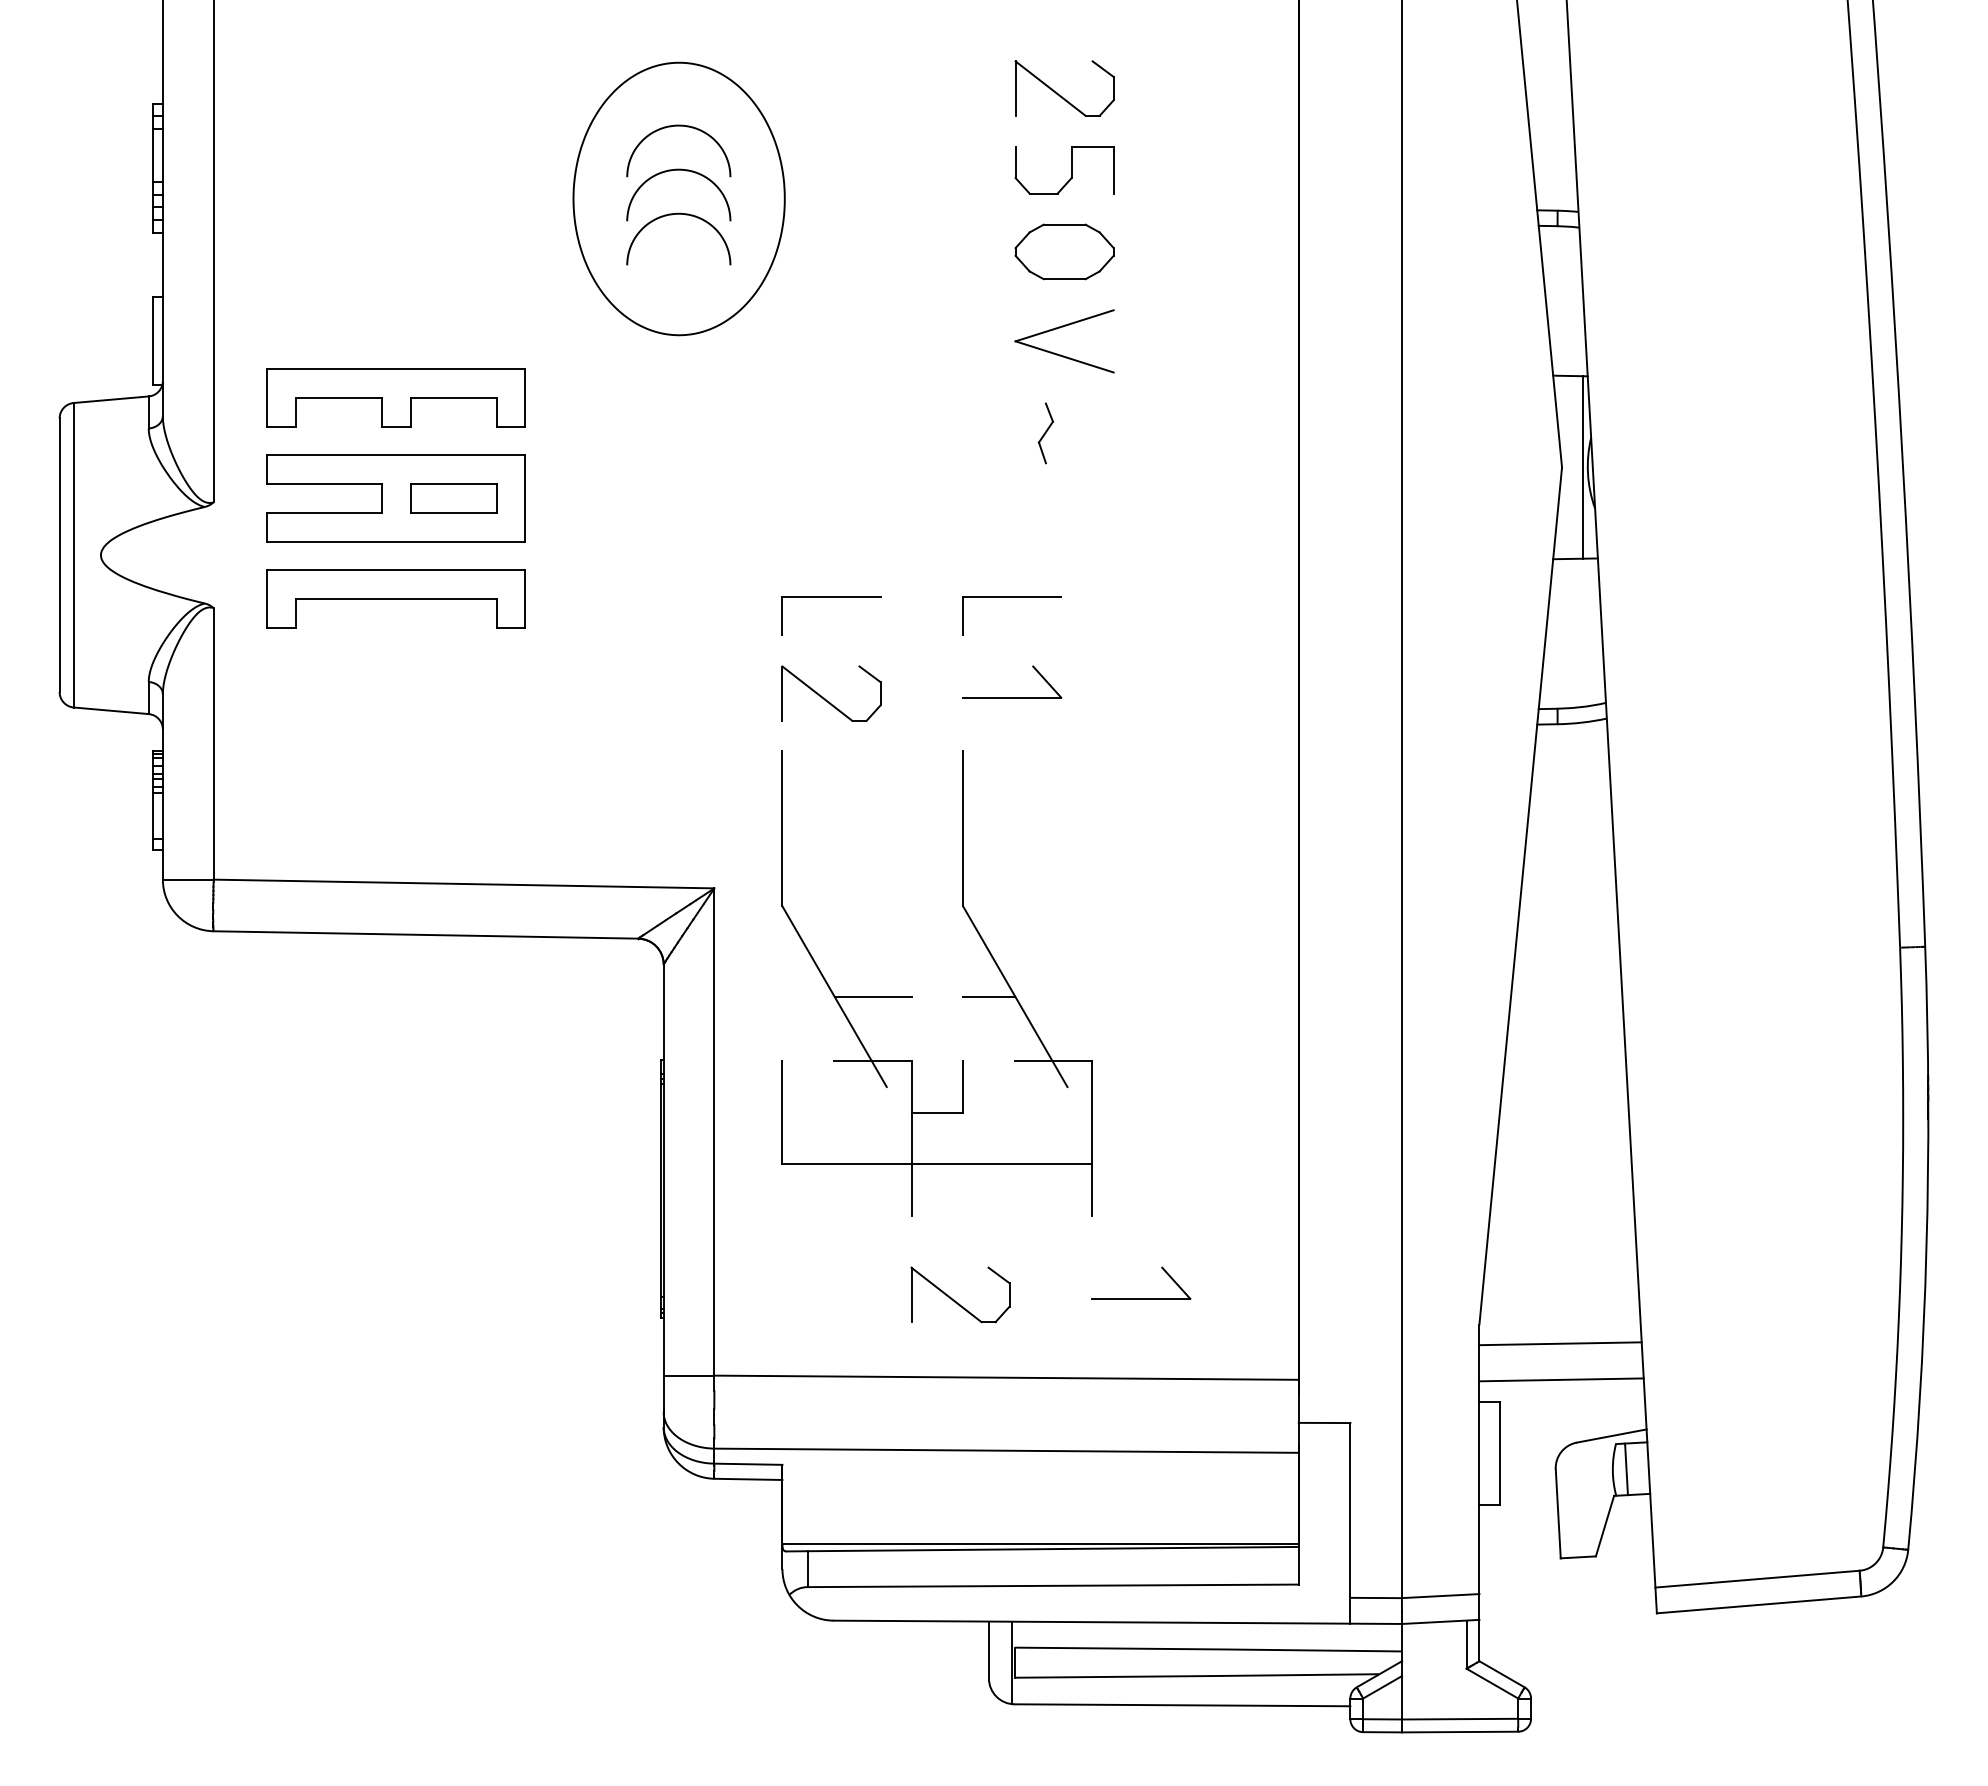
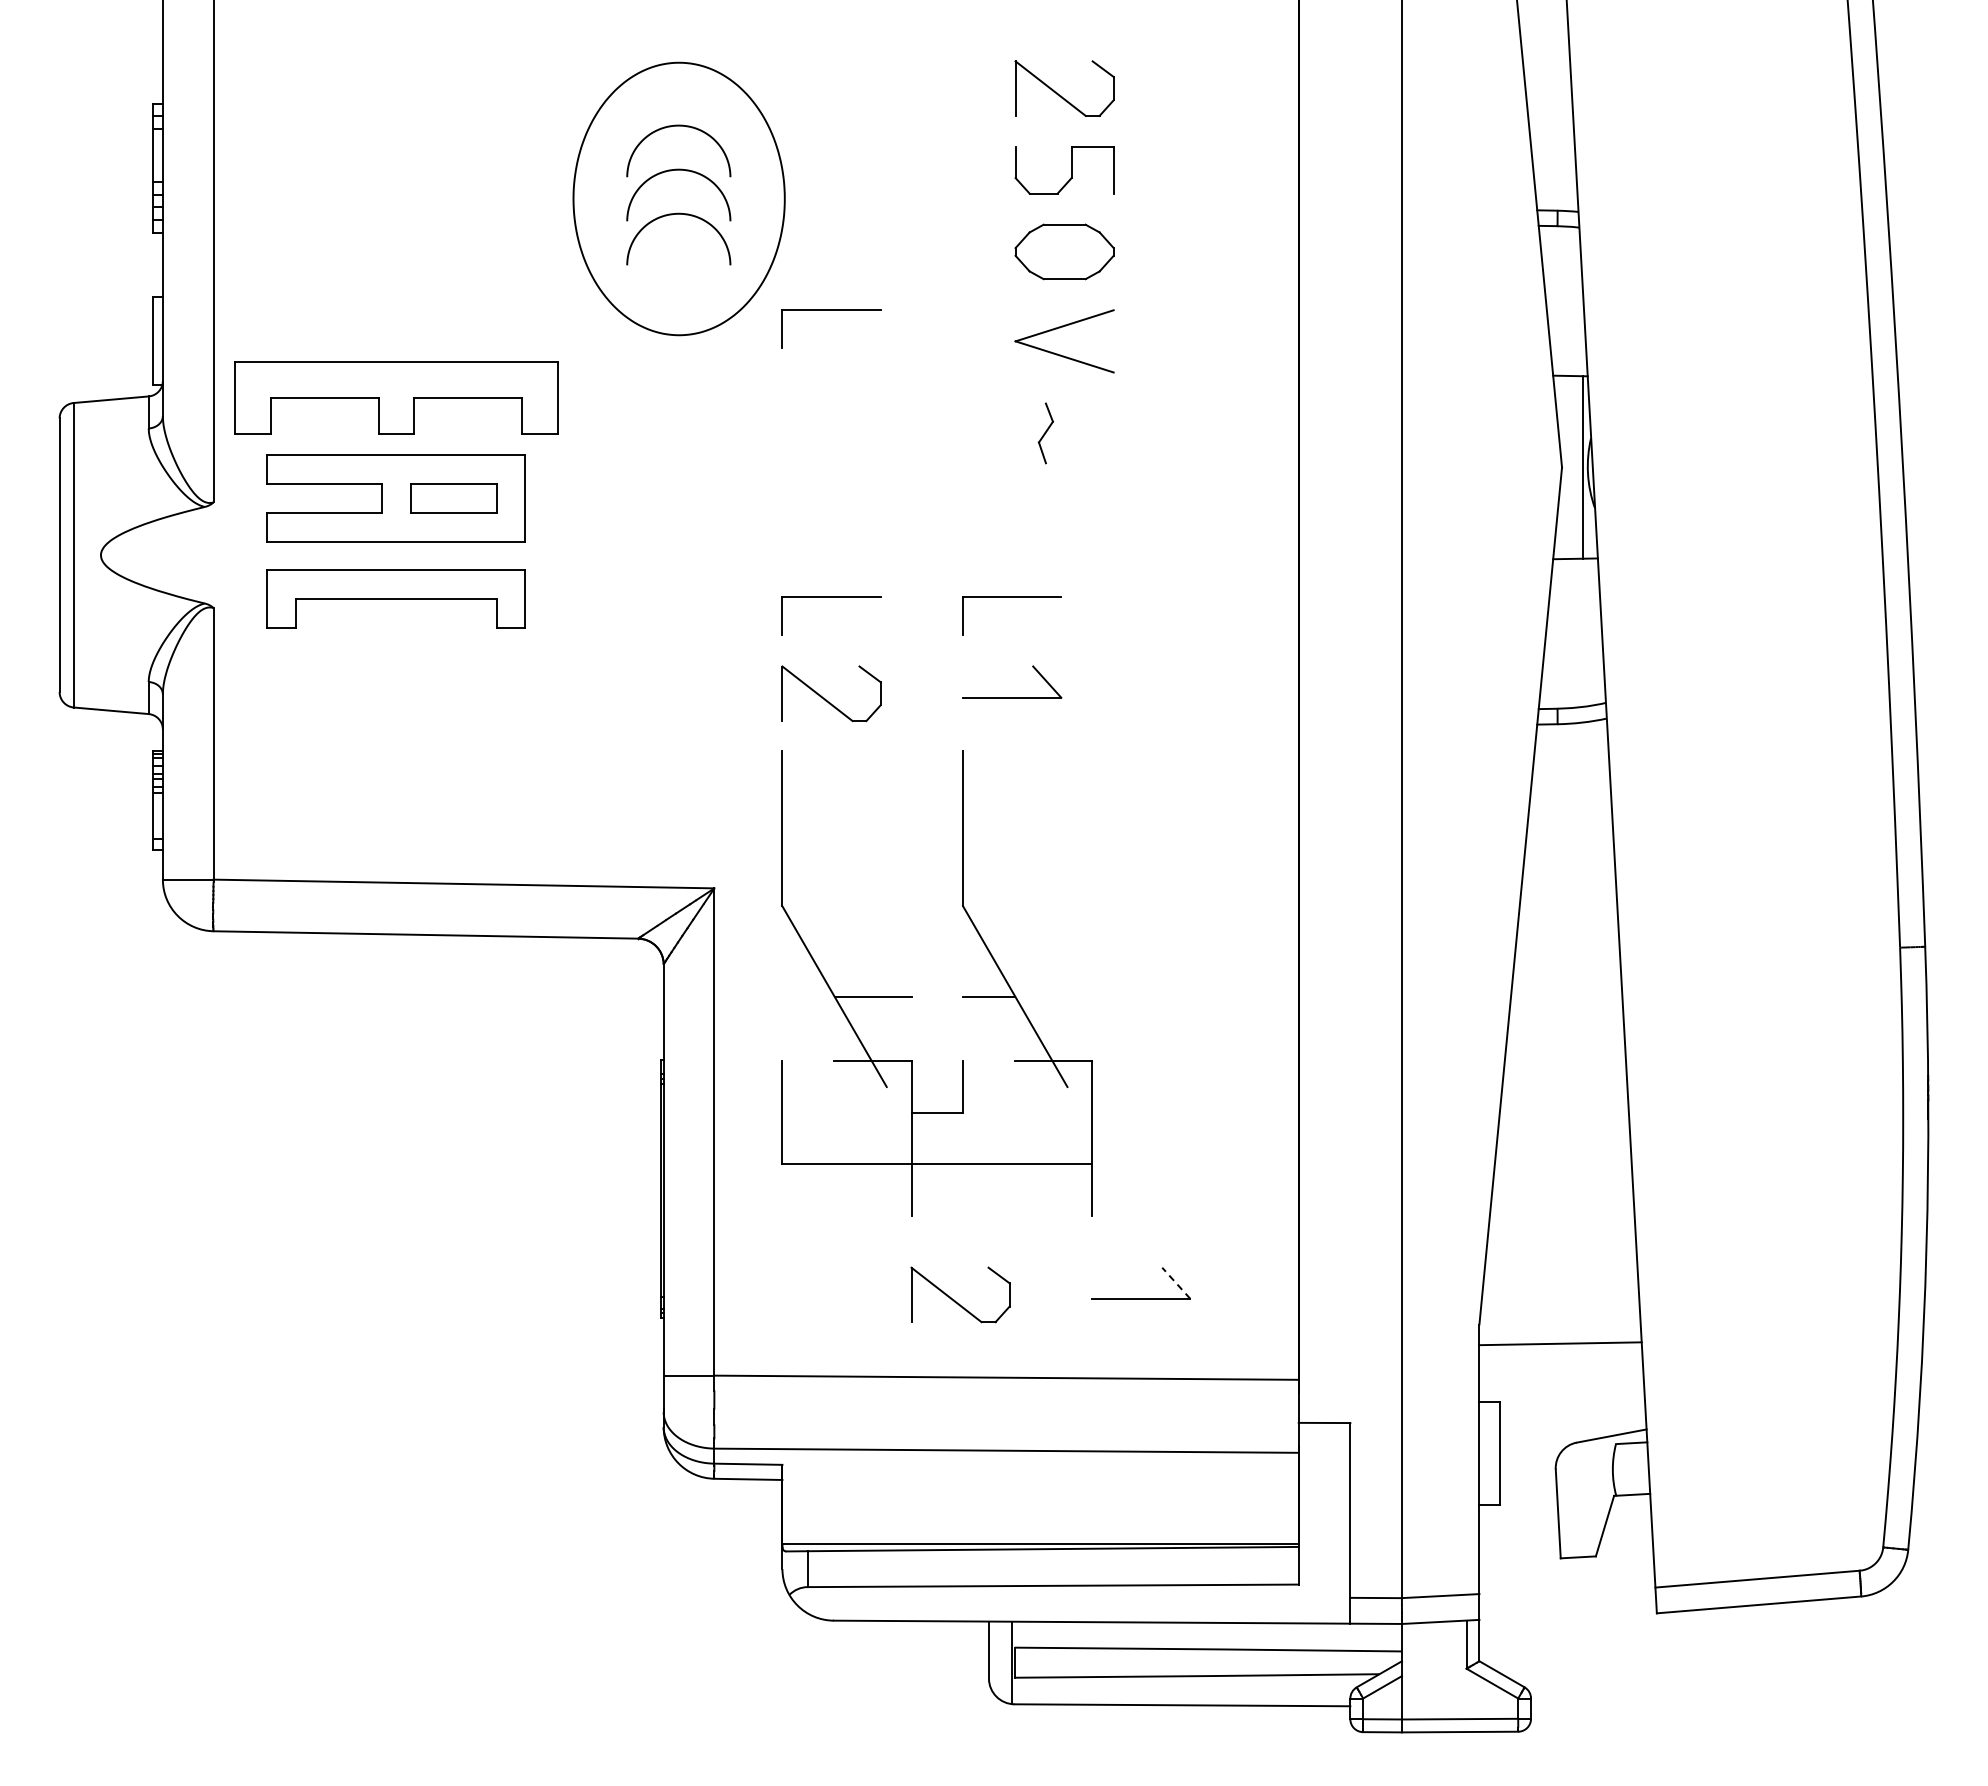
part at (831, 310): none -> present
part at (395, 397) size: 260x60 px -> 325x74 px
line at (1176, 1283): solid -> dashed
line at (1561, 1379): present -> none
line at (1626, 1469): present -> none
